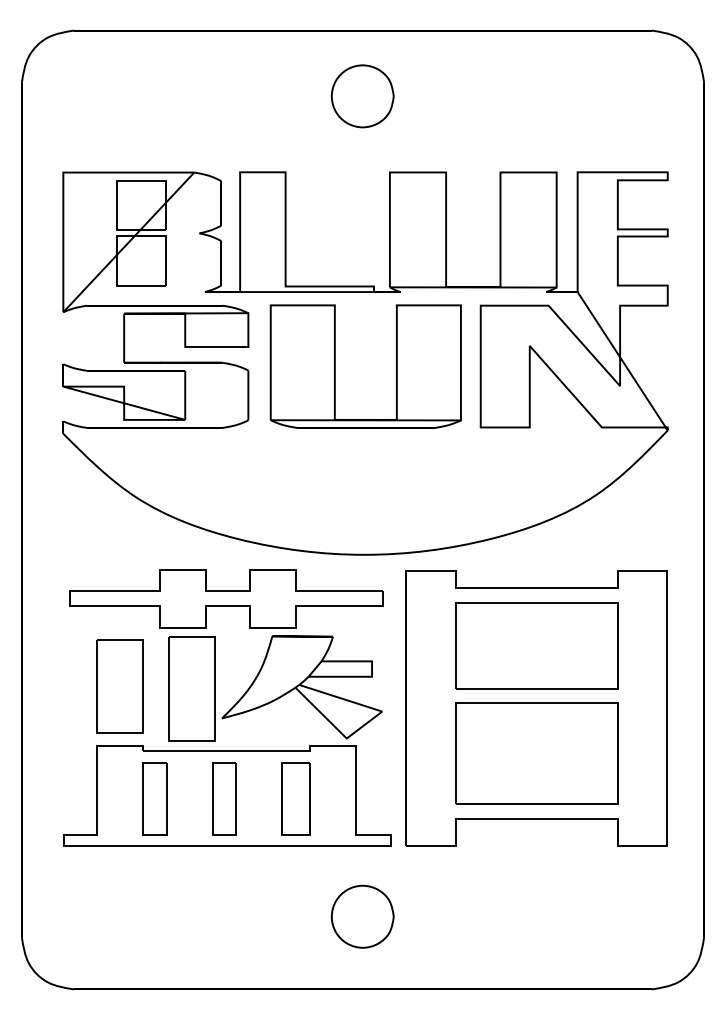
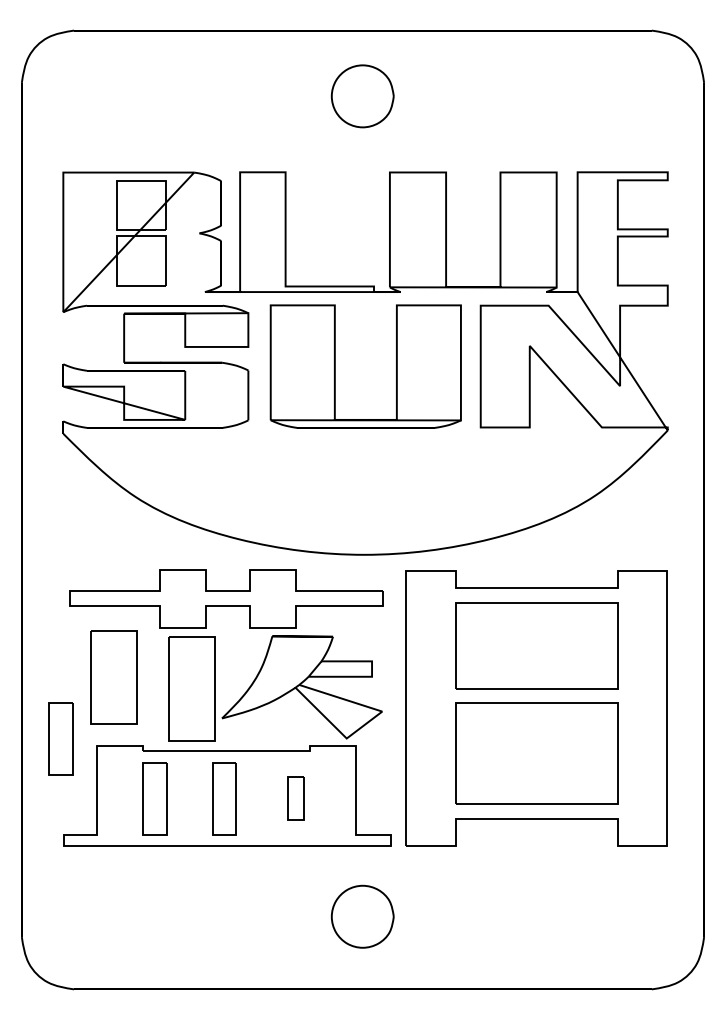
part at (119, 686) position: (119, 686) -> (113, 677)
part at (60, 738): none -> present
part at (295, 798) size: 30x74 px -> 18x45 px
